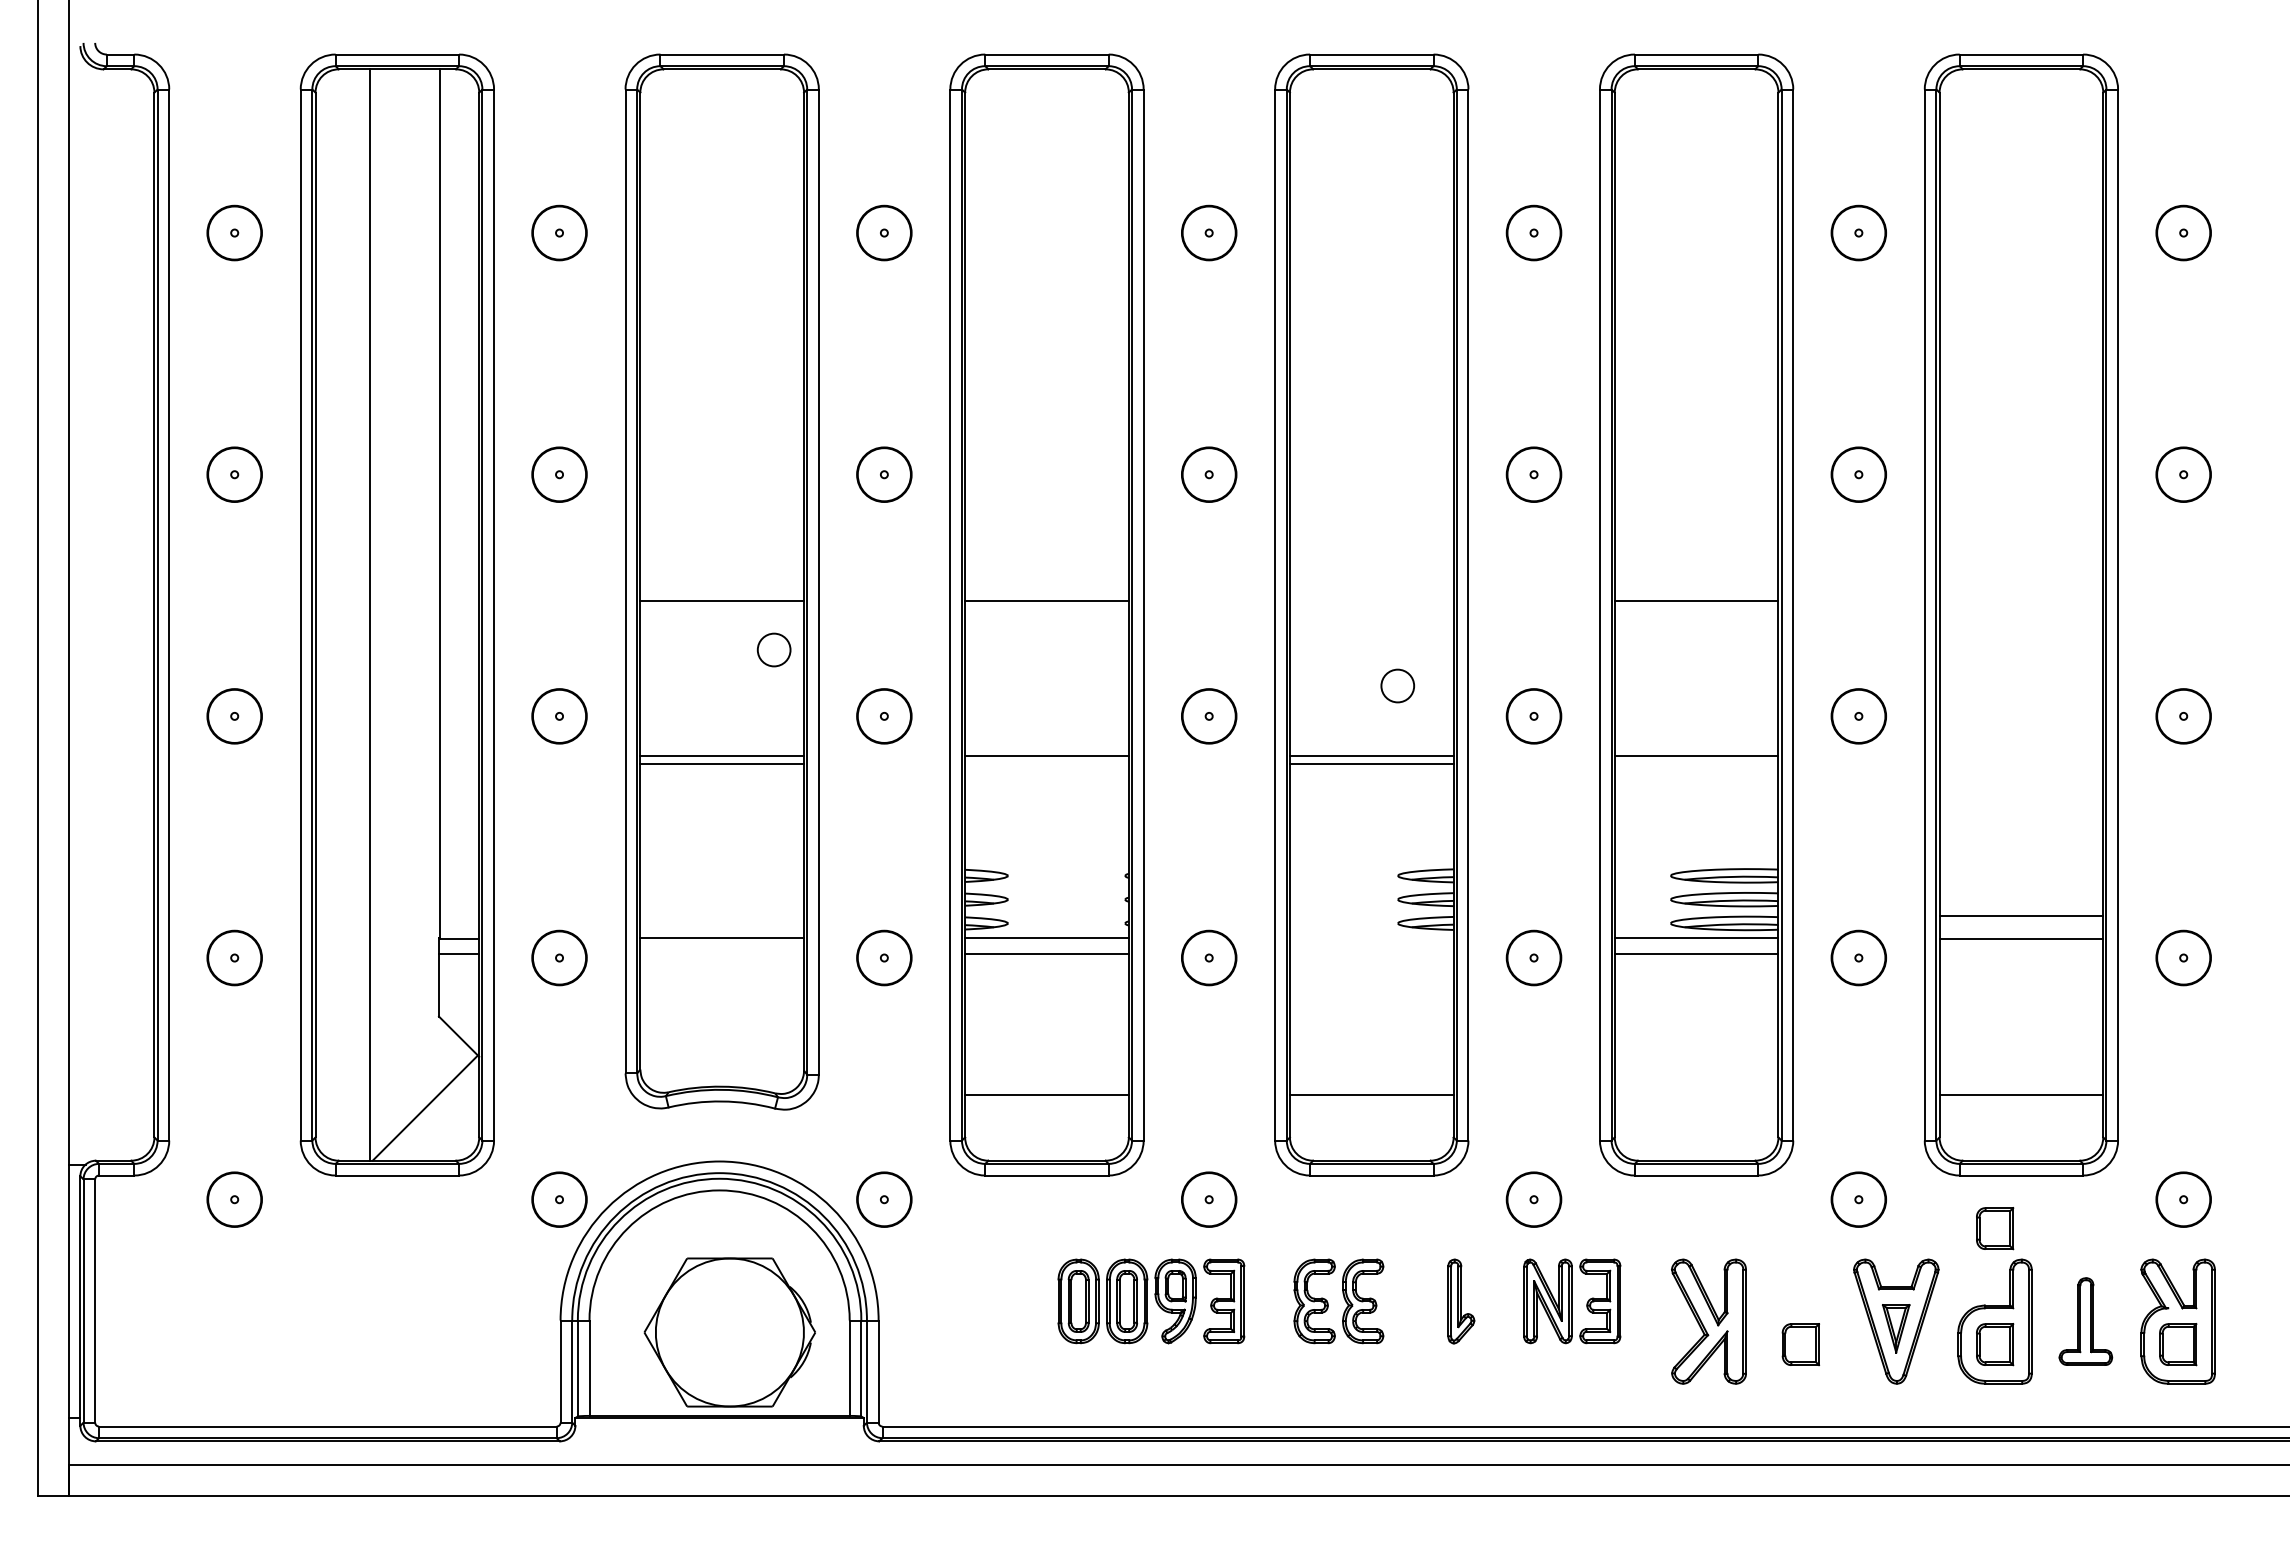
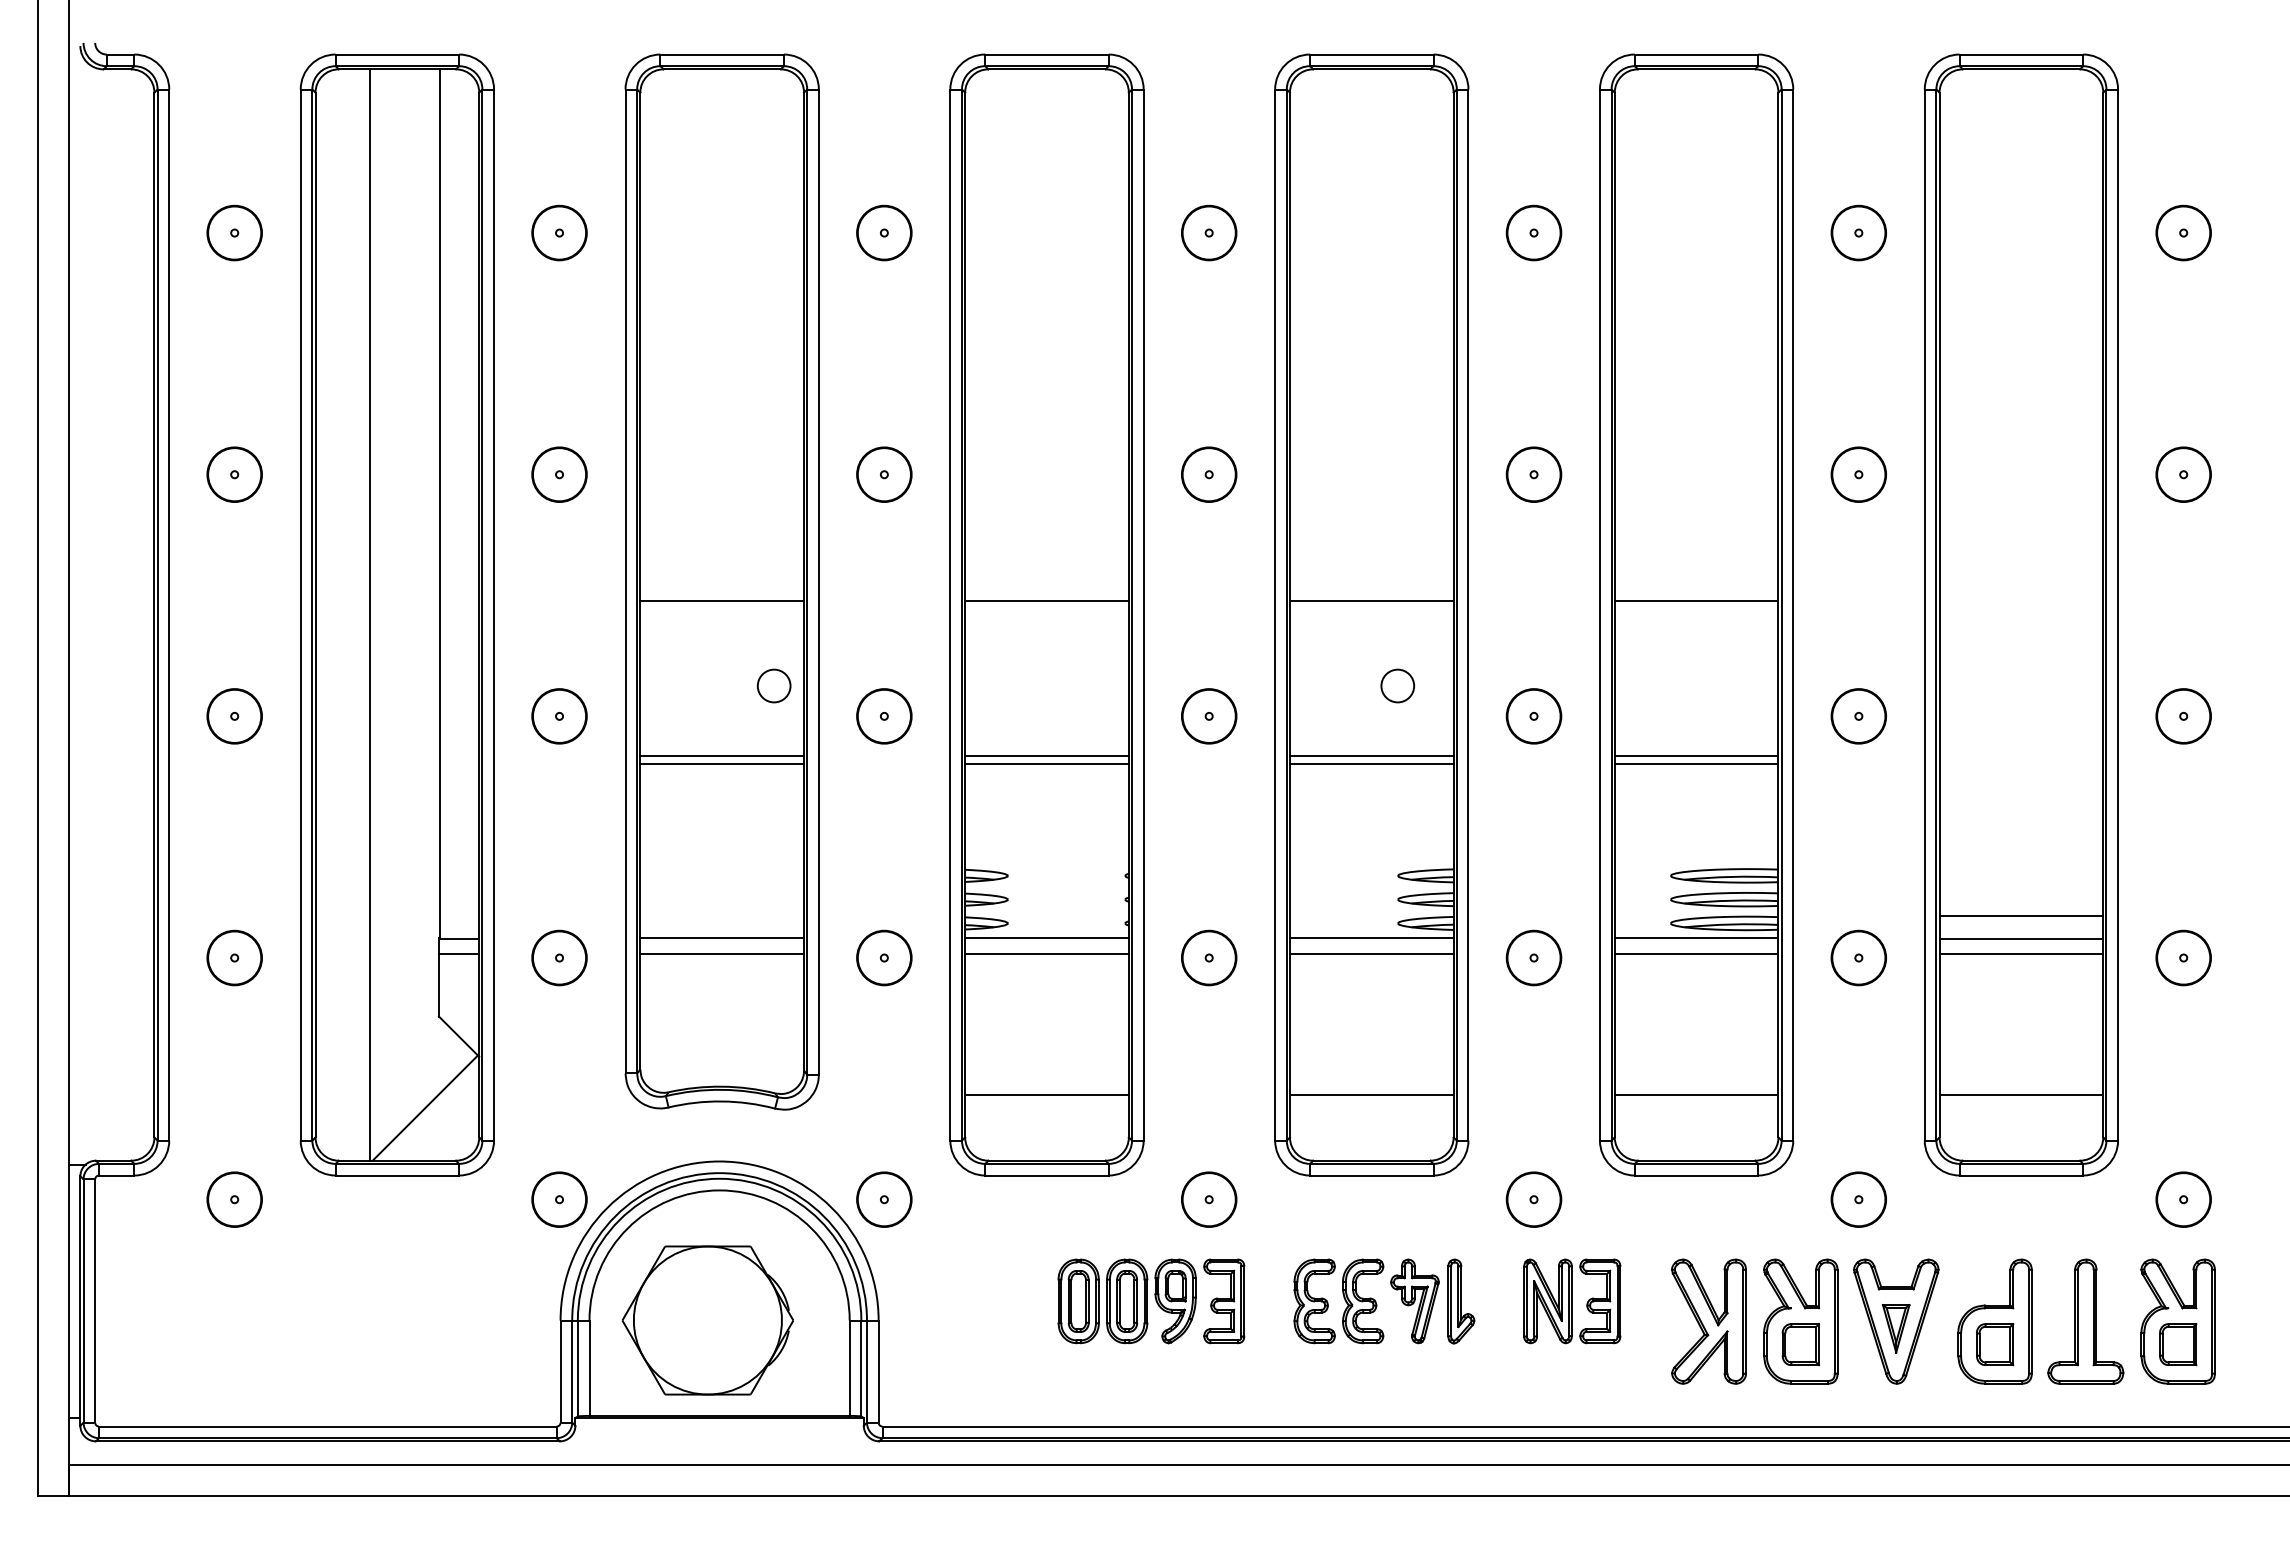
line at (1371, 600): none -> present
circle at (773, 649) position: (773, 649) -> (773, 685)
line at (1046, 764): none -> present
line at (1696, 764): none -> present
line at (1371, 938): none -> present
line at (722, 953): none -> present
line at (1371, 953): none -> present
line at (2021, 953): none -> present
line at (1696, 1094): none -> present
part at (1995, 1228): present -> none
part at (1414, 1301): none -> present
part at (1800, 1321): none -> present
part at (2085, 1321) size: 56x89 px -> 78x127 px
part at (729, 1332) position: (729, 1332) -> (707, 1320)
